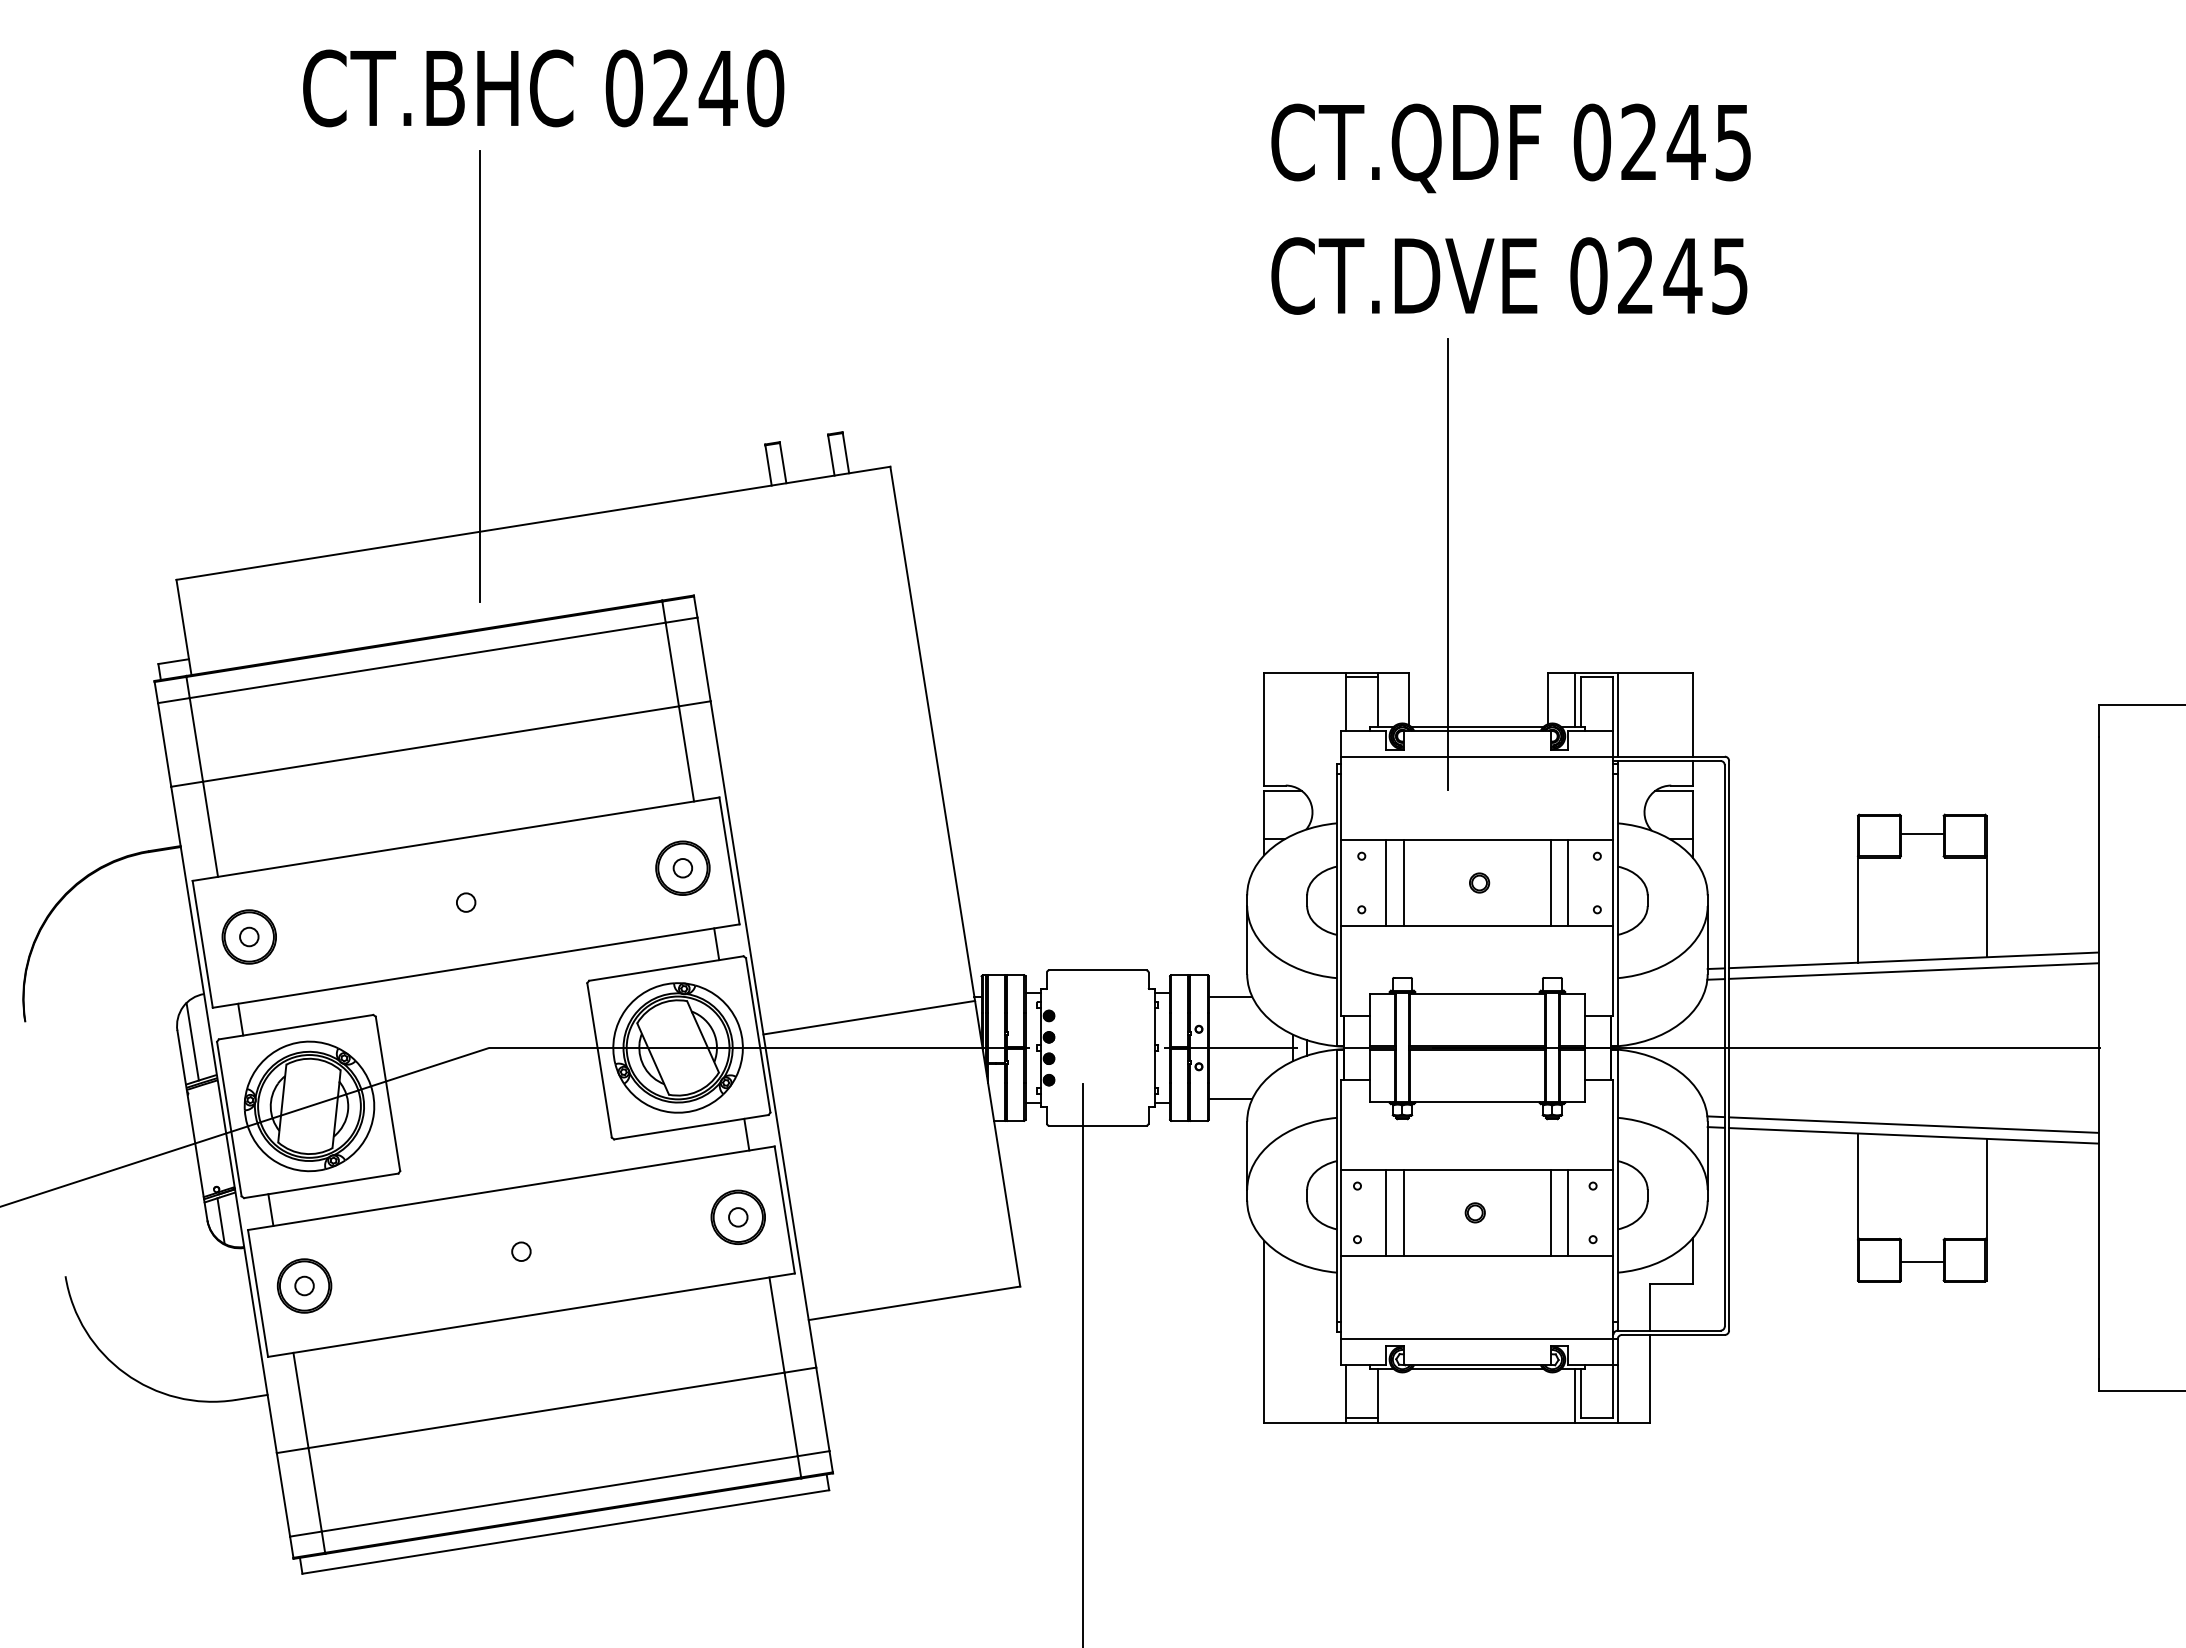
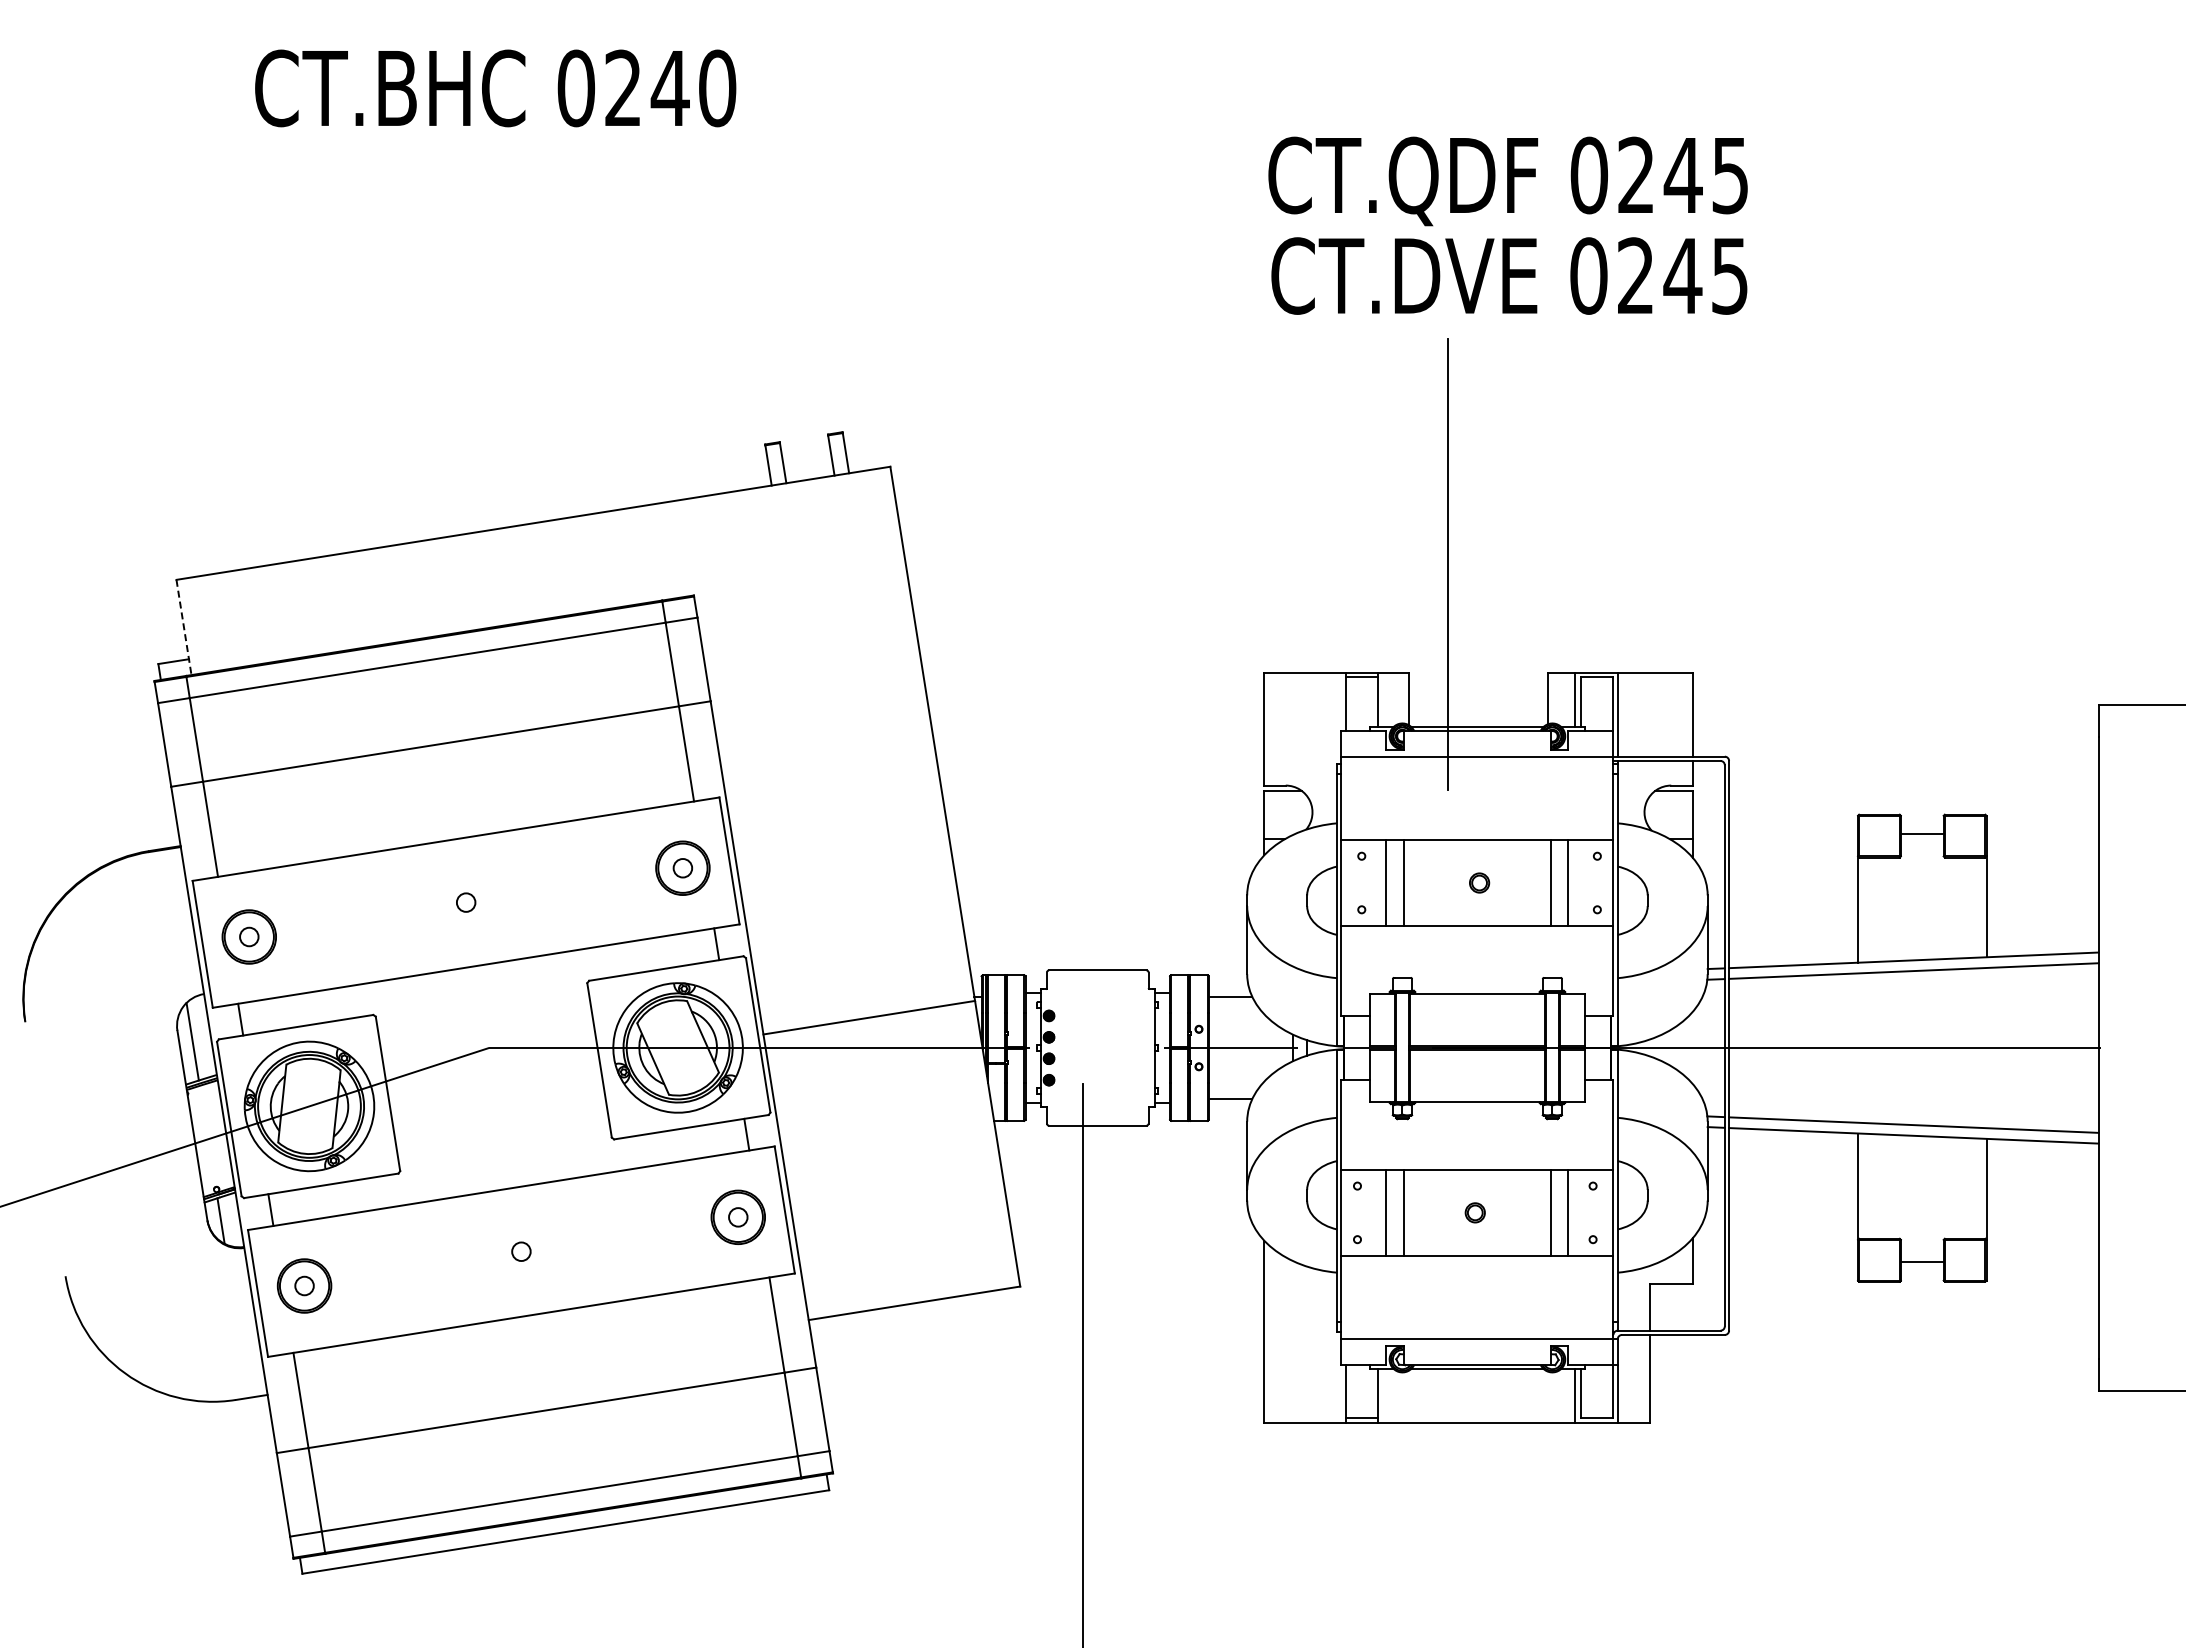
text at (543, 88) position: (543, 88) -> (495, 88)
text at (1510, 148) position: (1510, 148) -> (1507, 181)
line at (479, 376): present -> none
line at (184, 627): solid -> dashed
